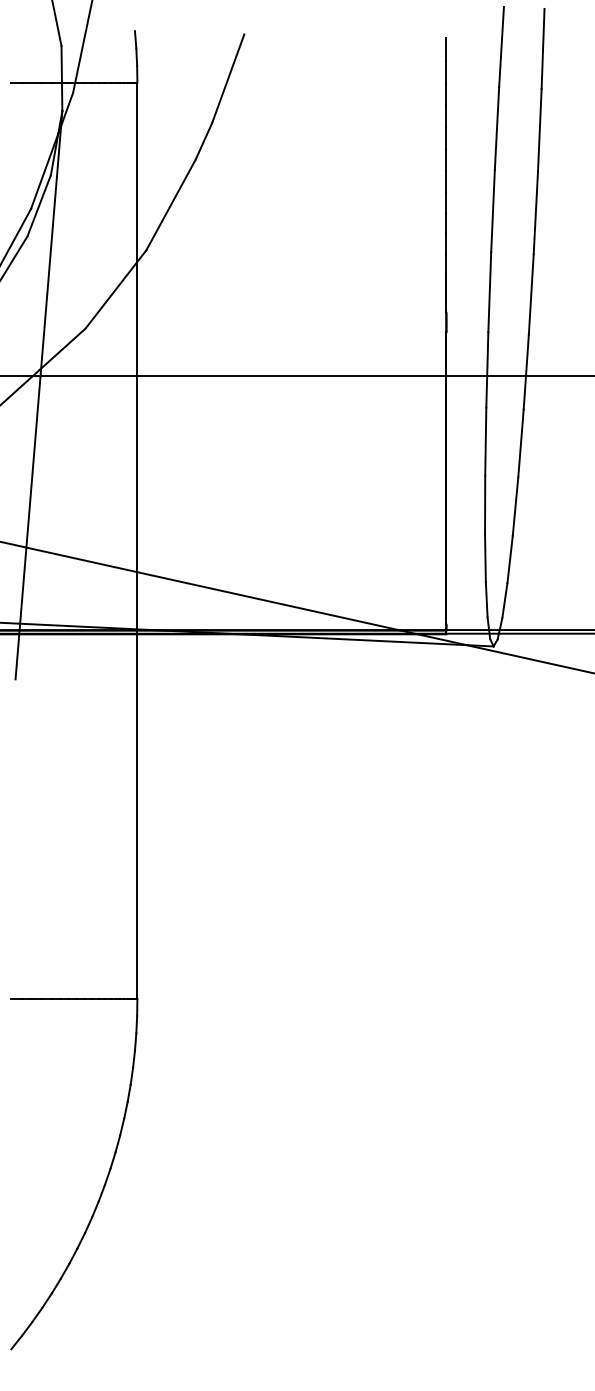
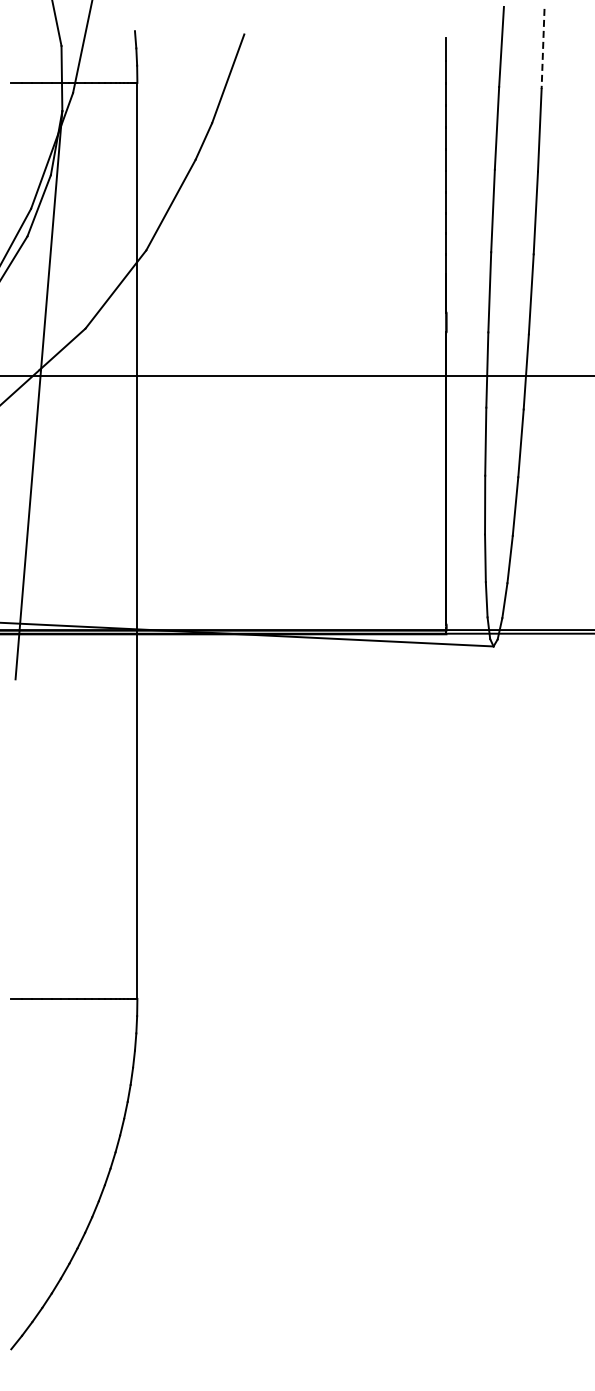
line at (543, 49): solid -> dashed
line at (296, 607): present -> none
